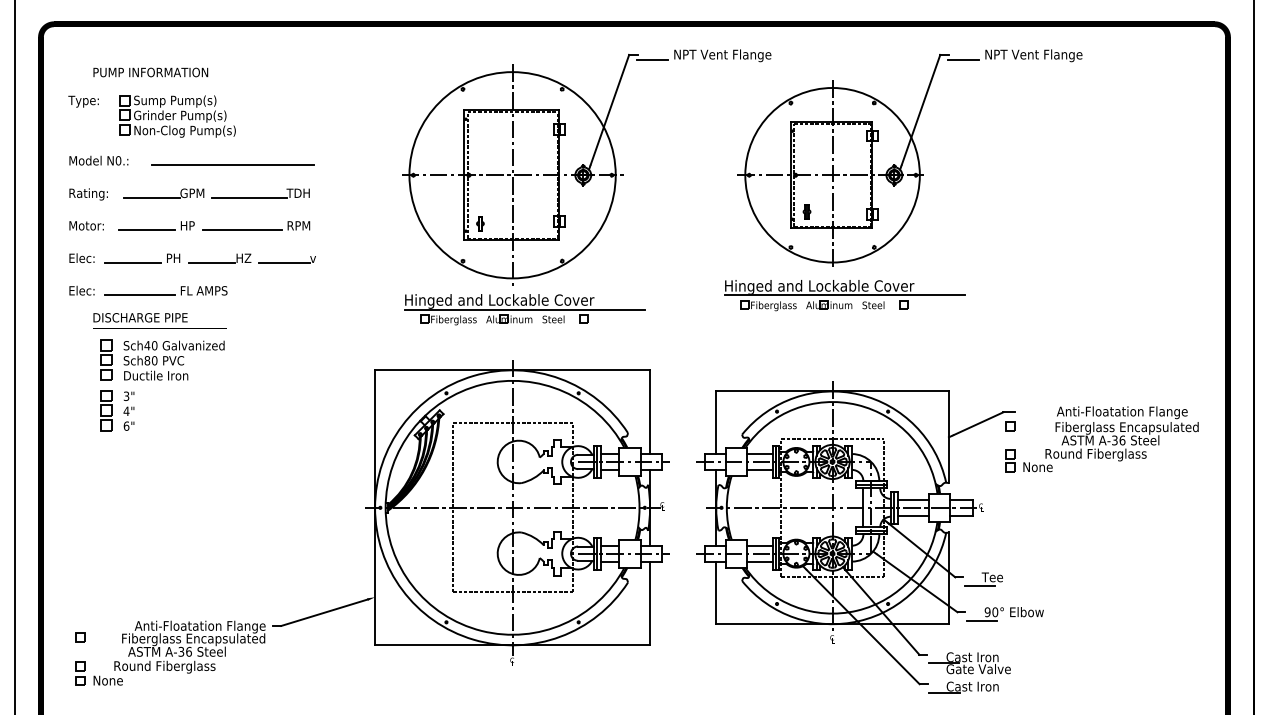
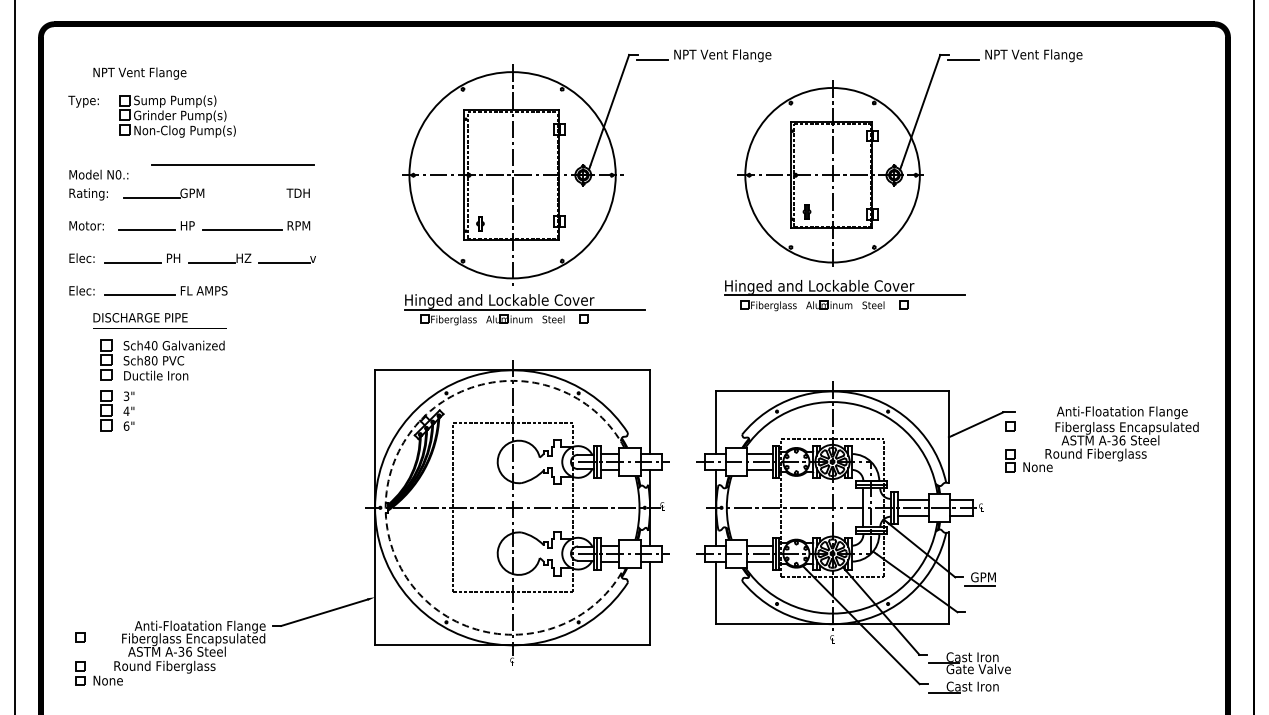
text at (151, 73): PUMP INFORMATION -> NPT Vent Flange
text at (98, 160) position: (98, 160) -> (98, 174)
line at (249, 197): present -> none
arc at (385, 507): solid -> dashed
text at (987, 577): Tee -> GPM
part at (1004, 614): present -> none
